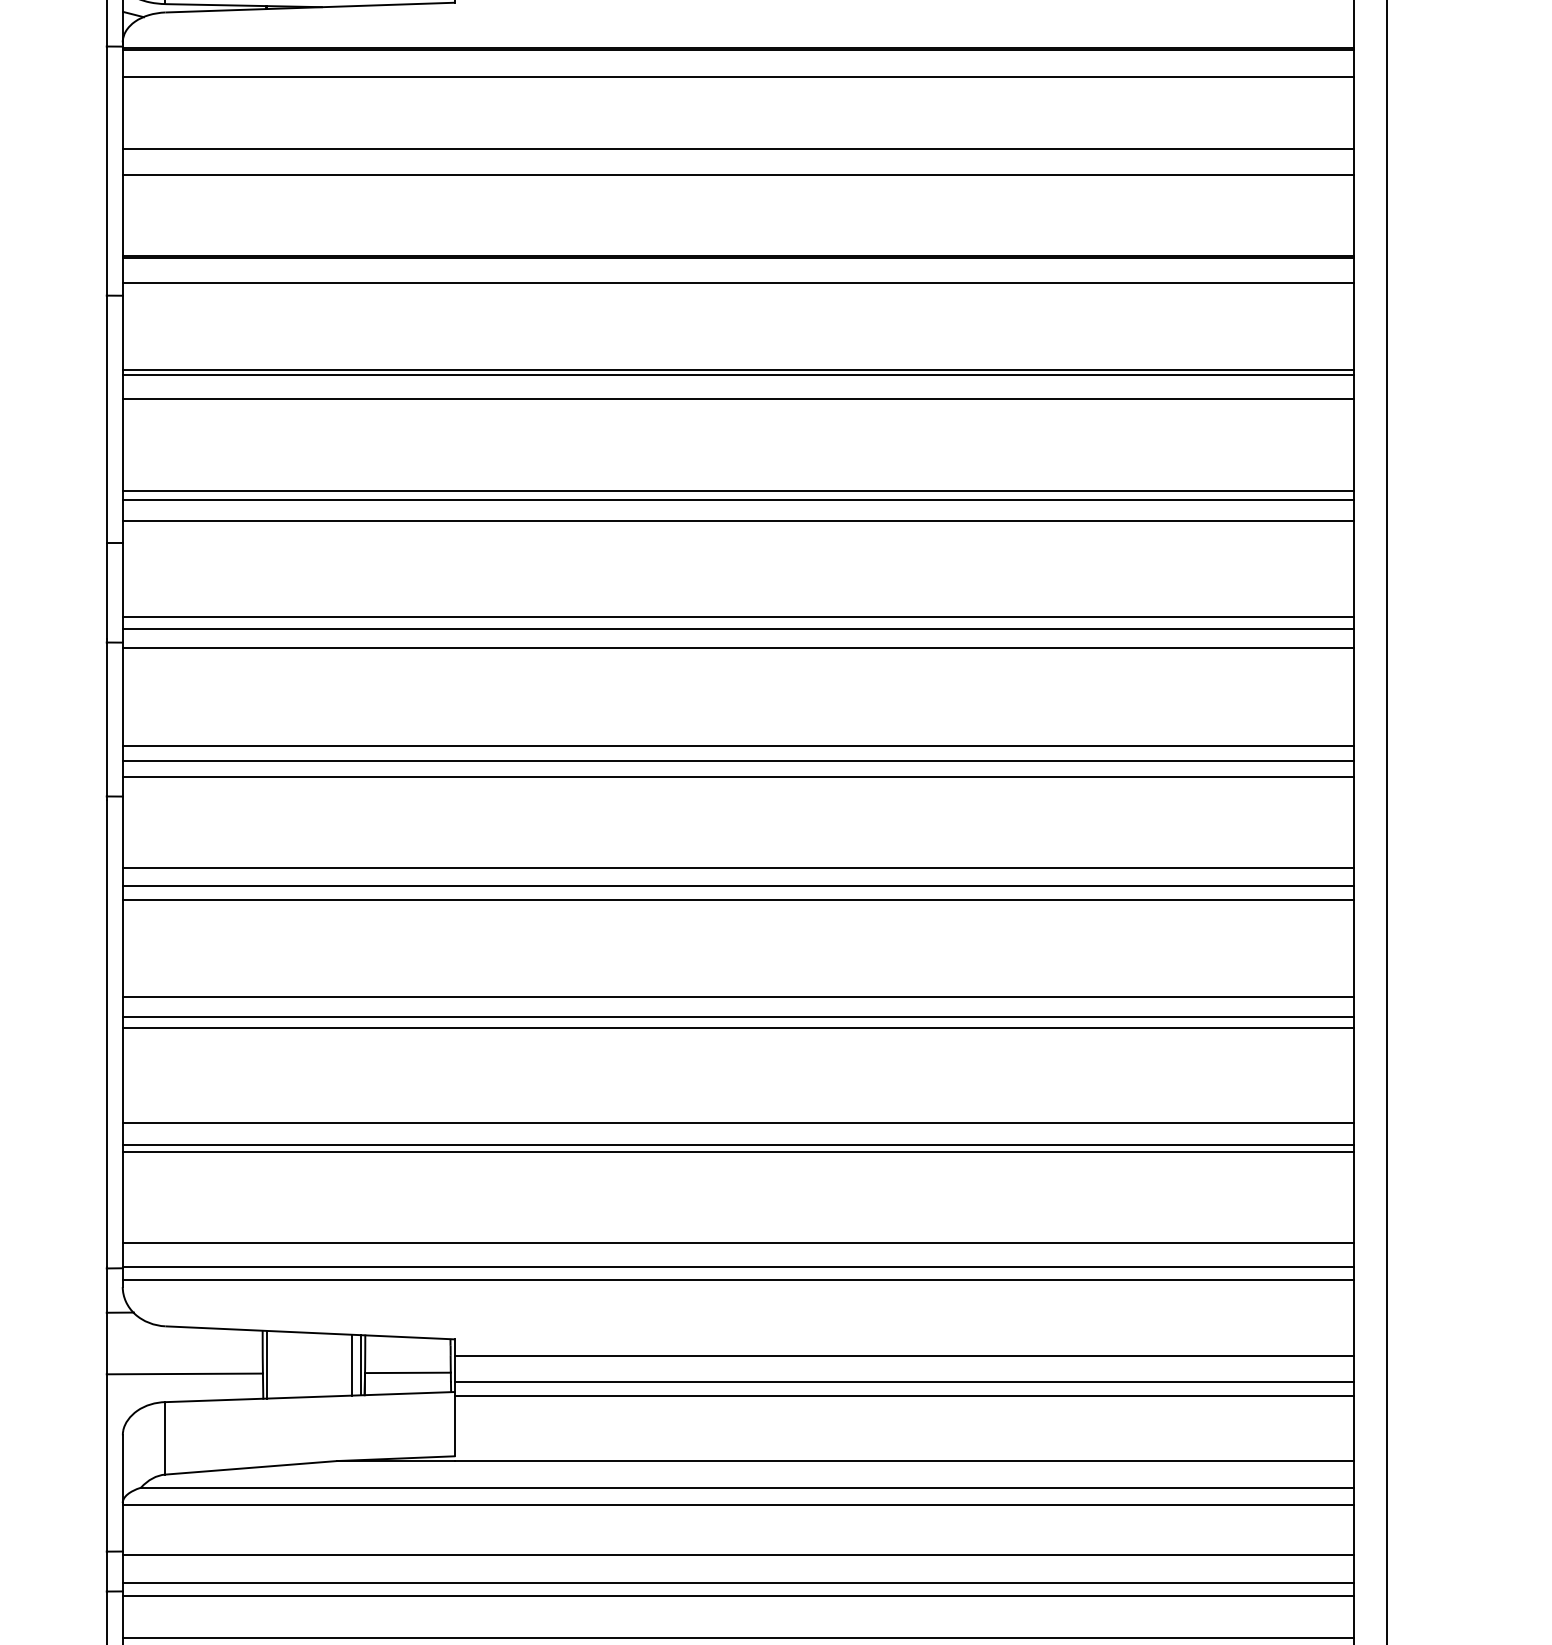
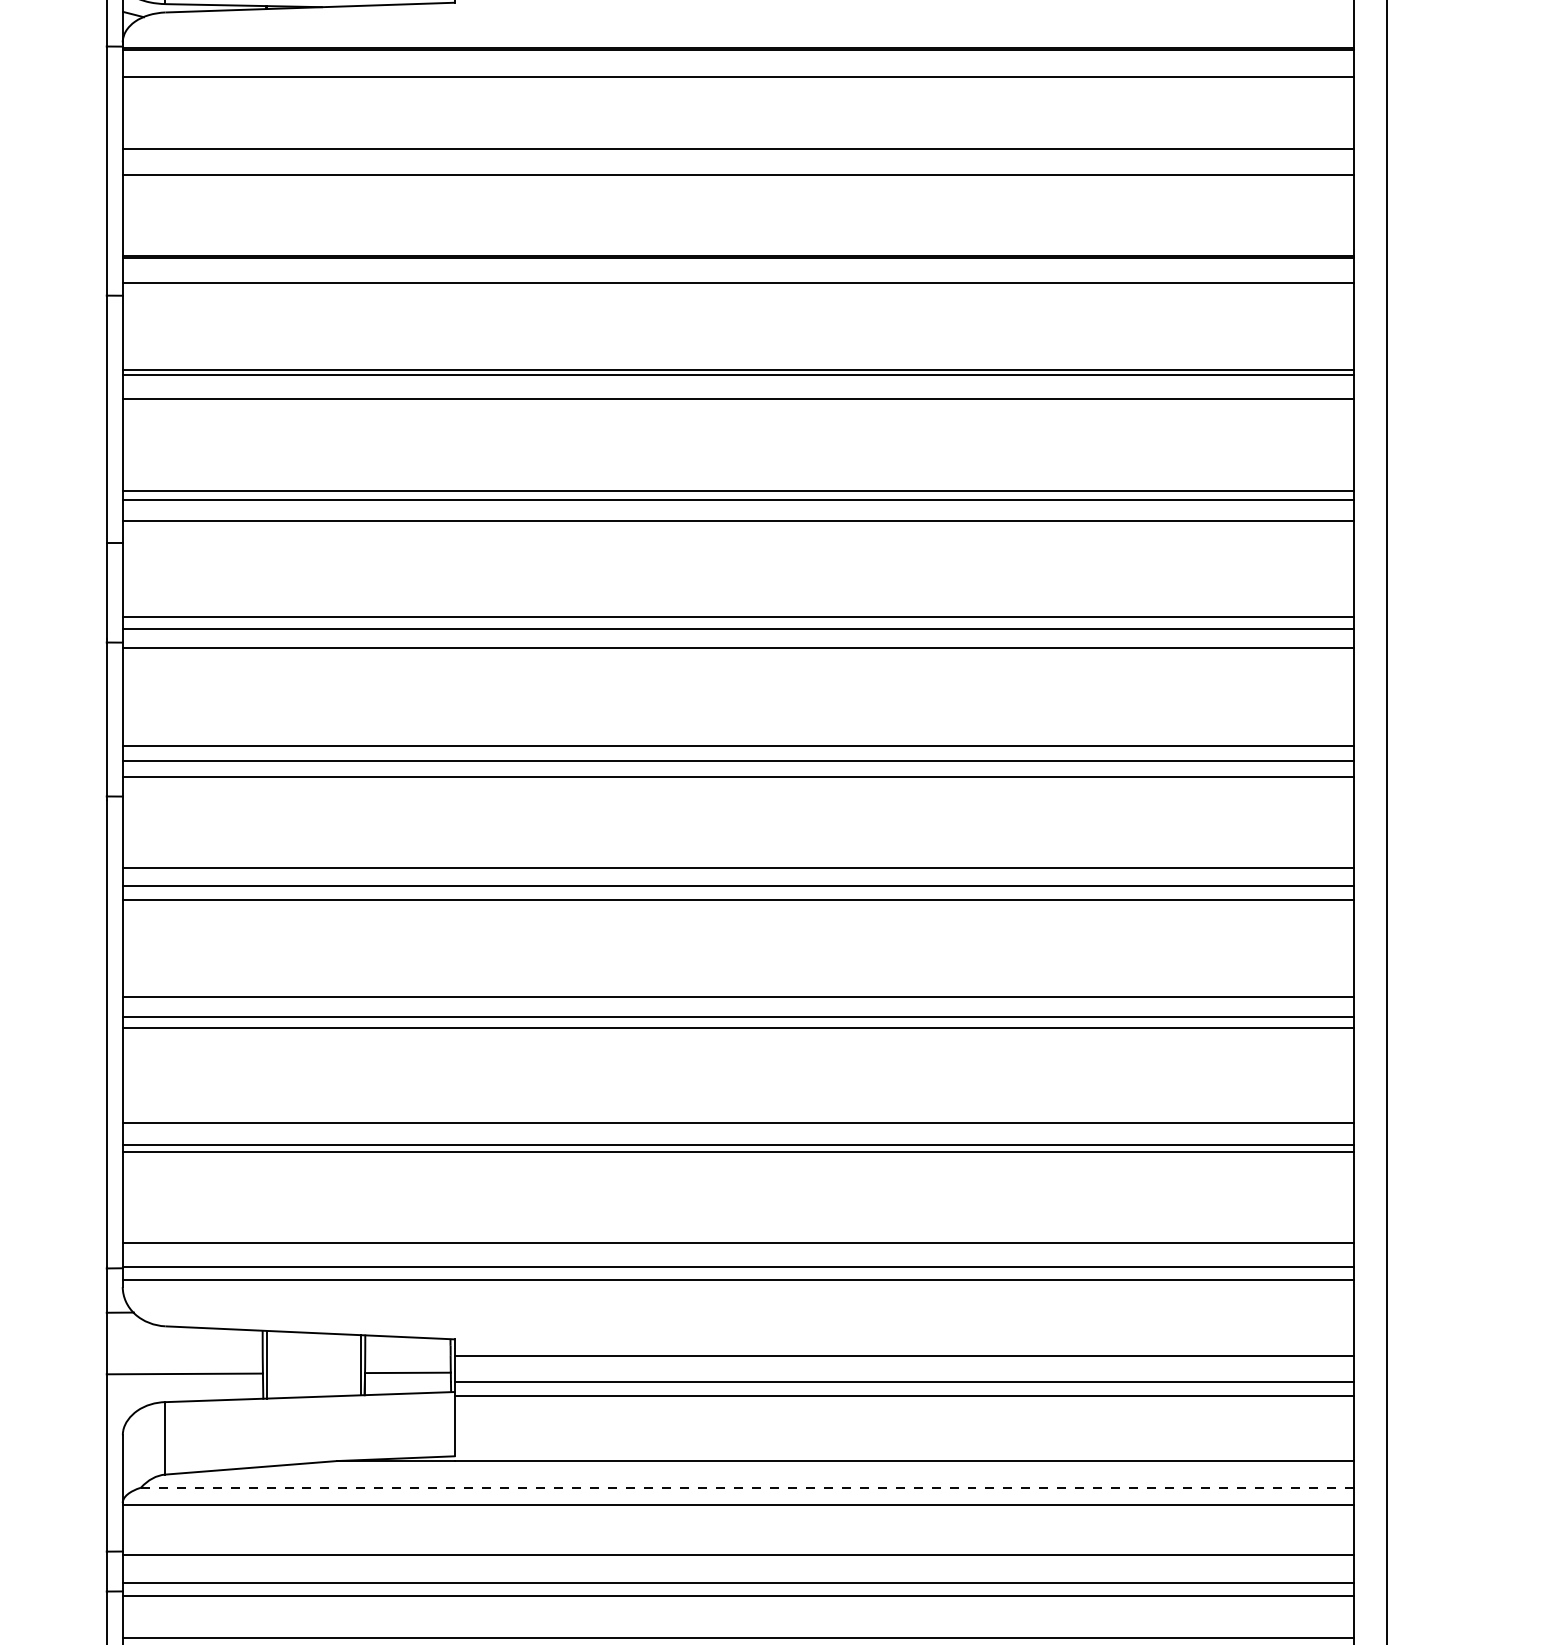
line at (351, 1364): present -> none
line at (747, 1487): solid -> dashed
